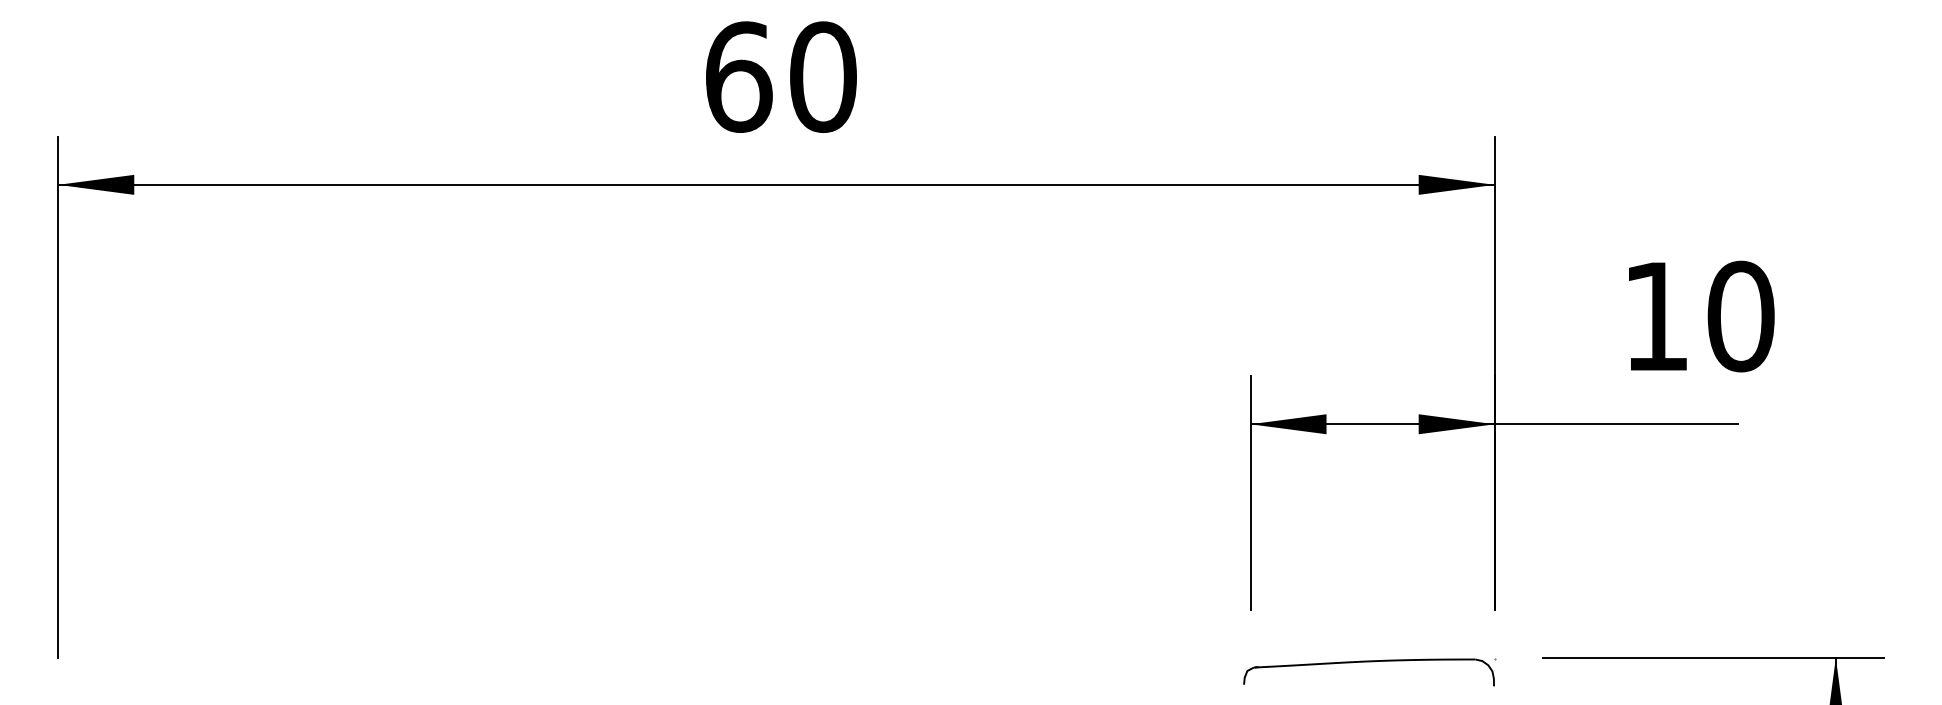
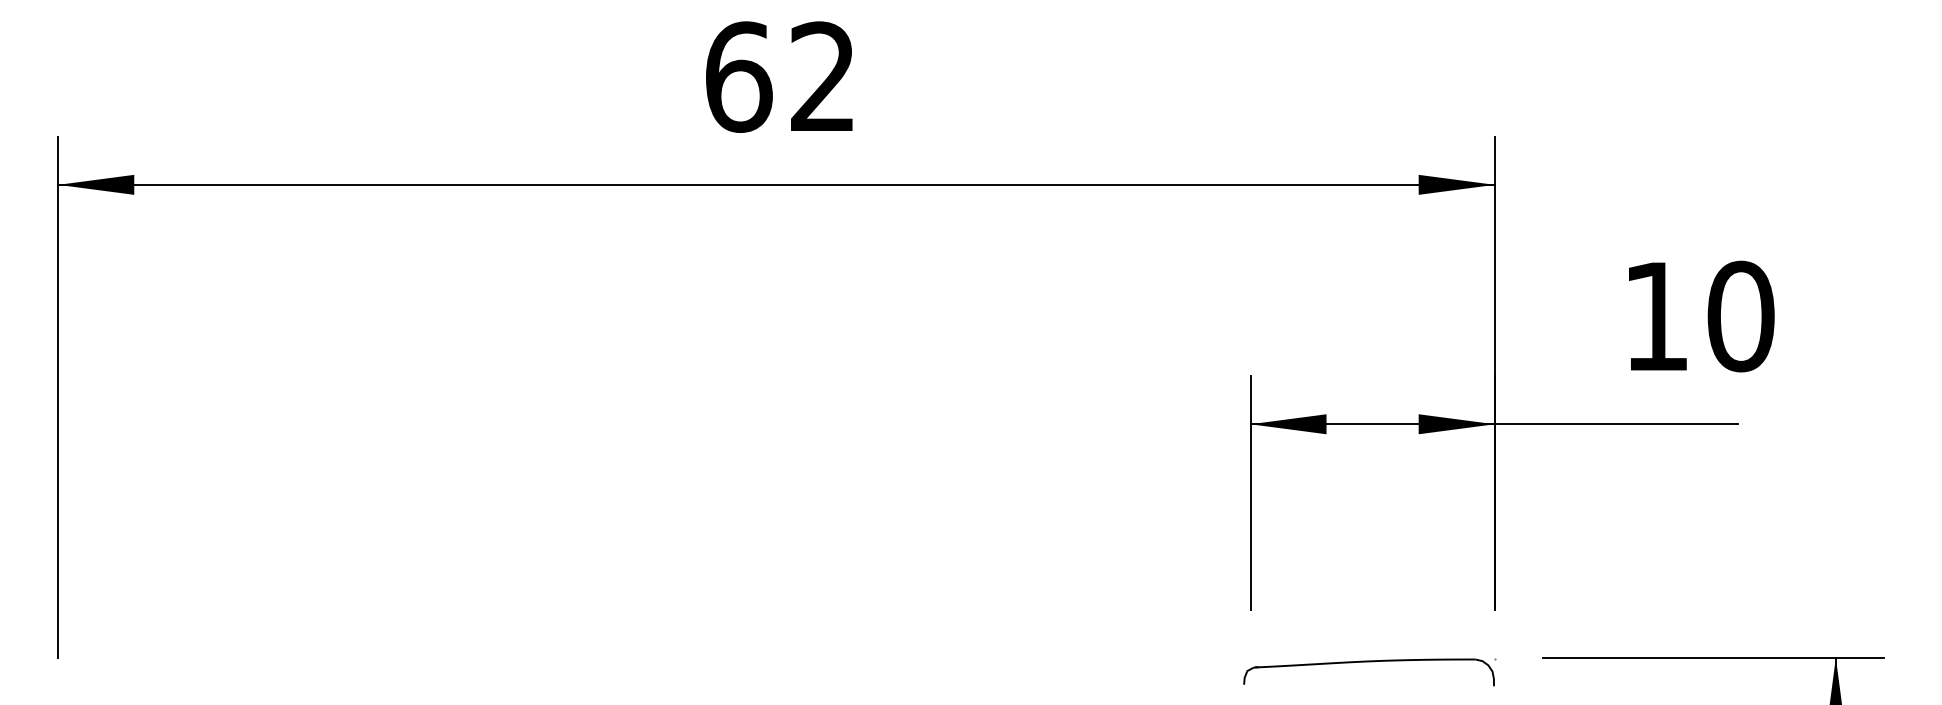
text at (823, 76): 60 -> 62
